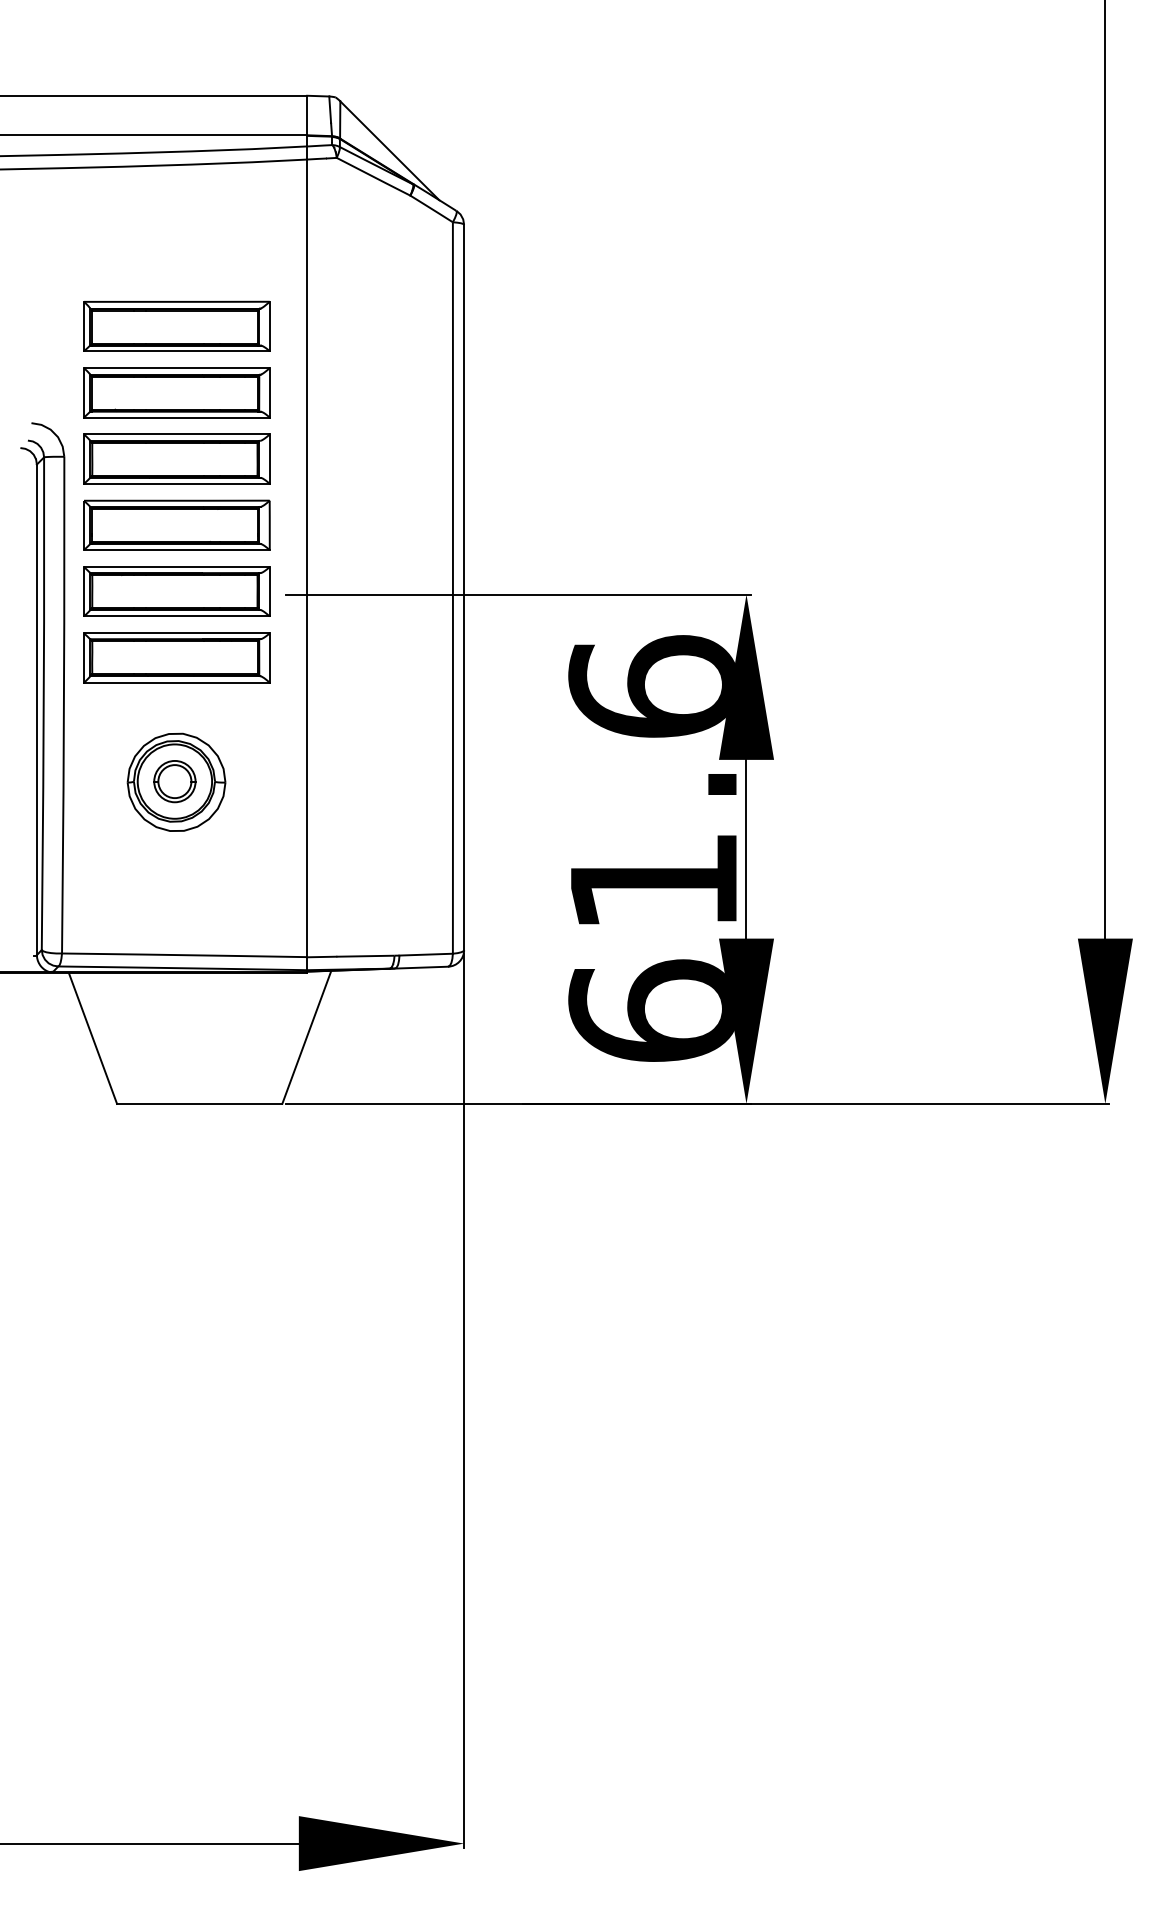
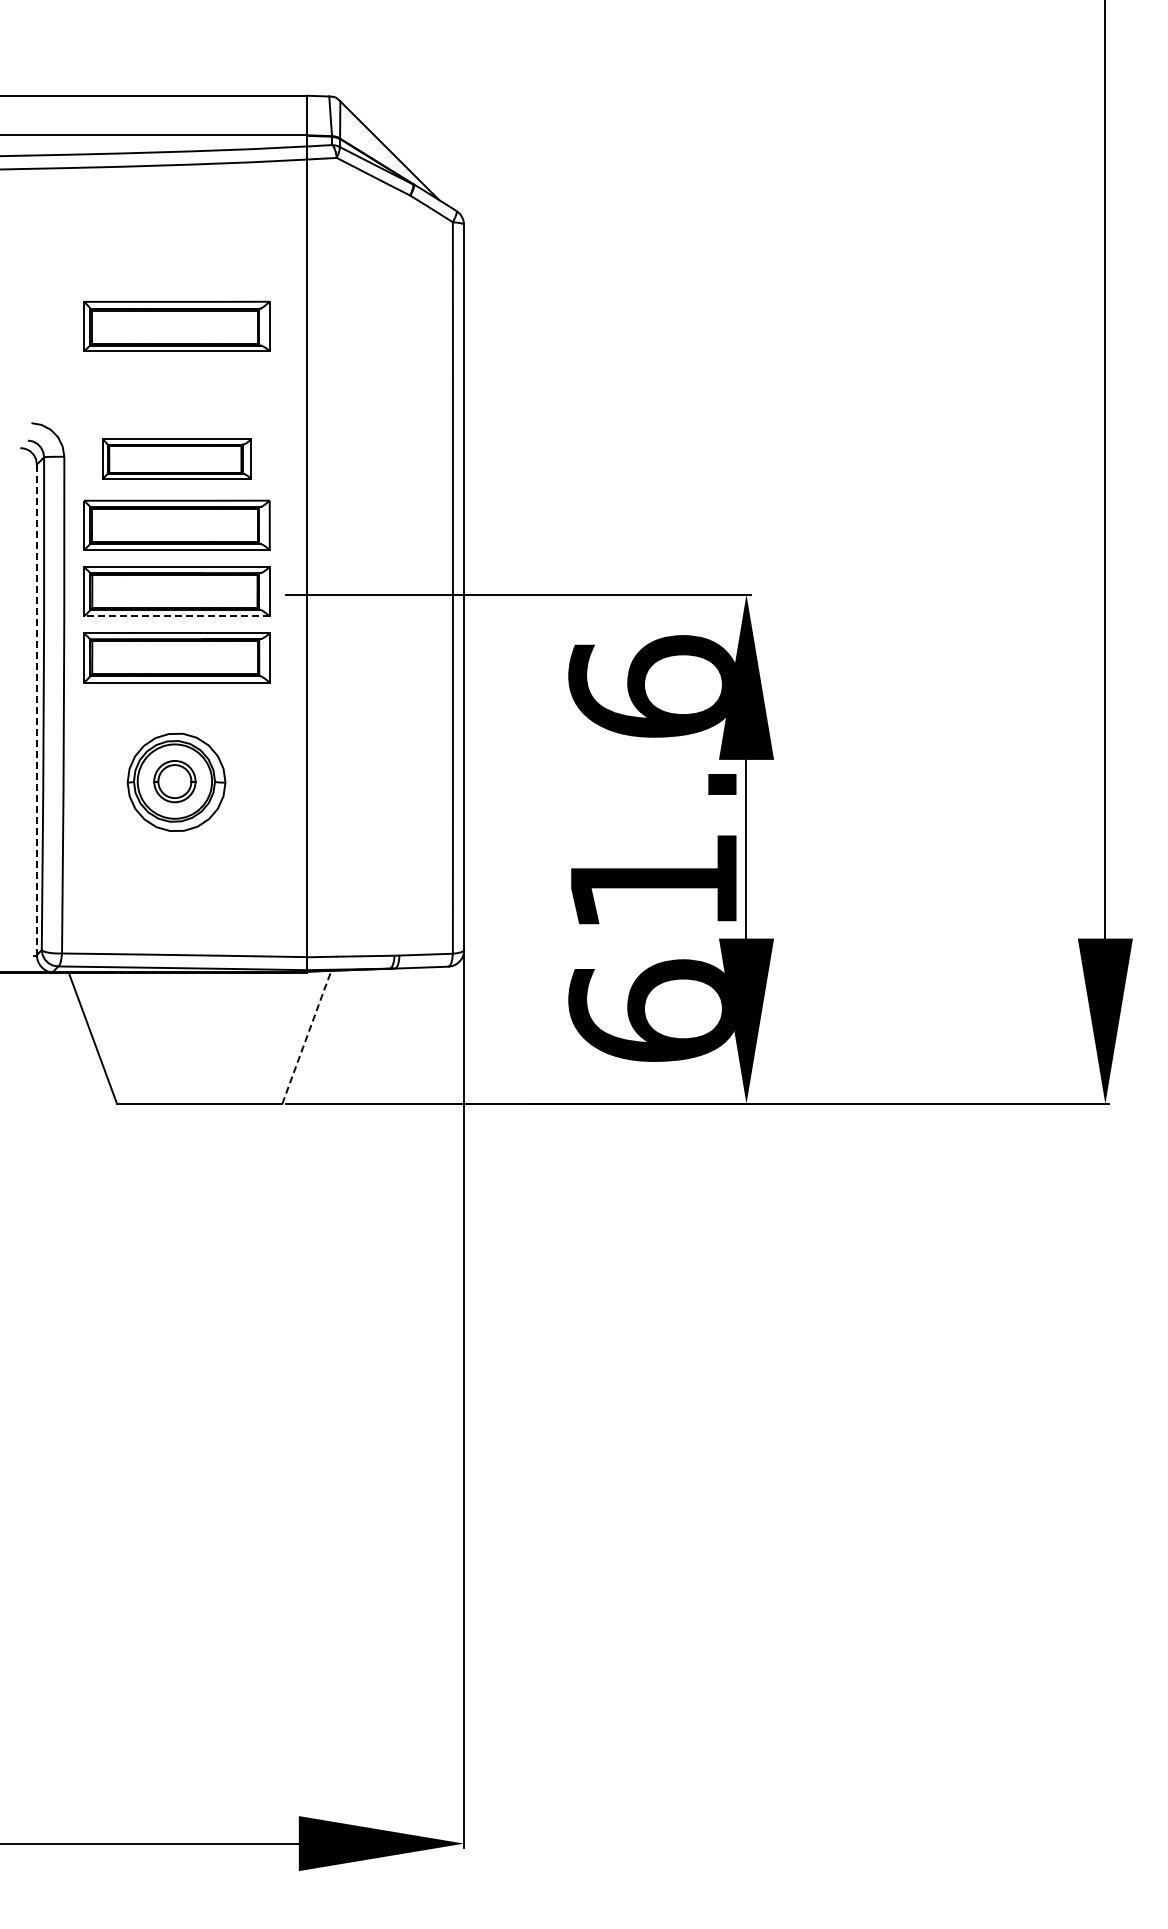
part at (176, 392): present -> none
part at (176, 458) size: 188x52 px -> 150x42 px
line at (176, 616): solid -> dashed
line at (36, 710): solid -> dashed
line at (306, 1037): solid -> dashed
